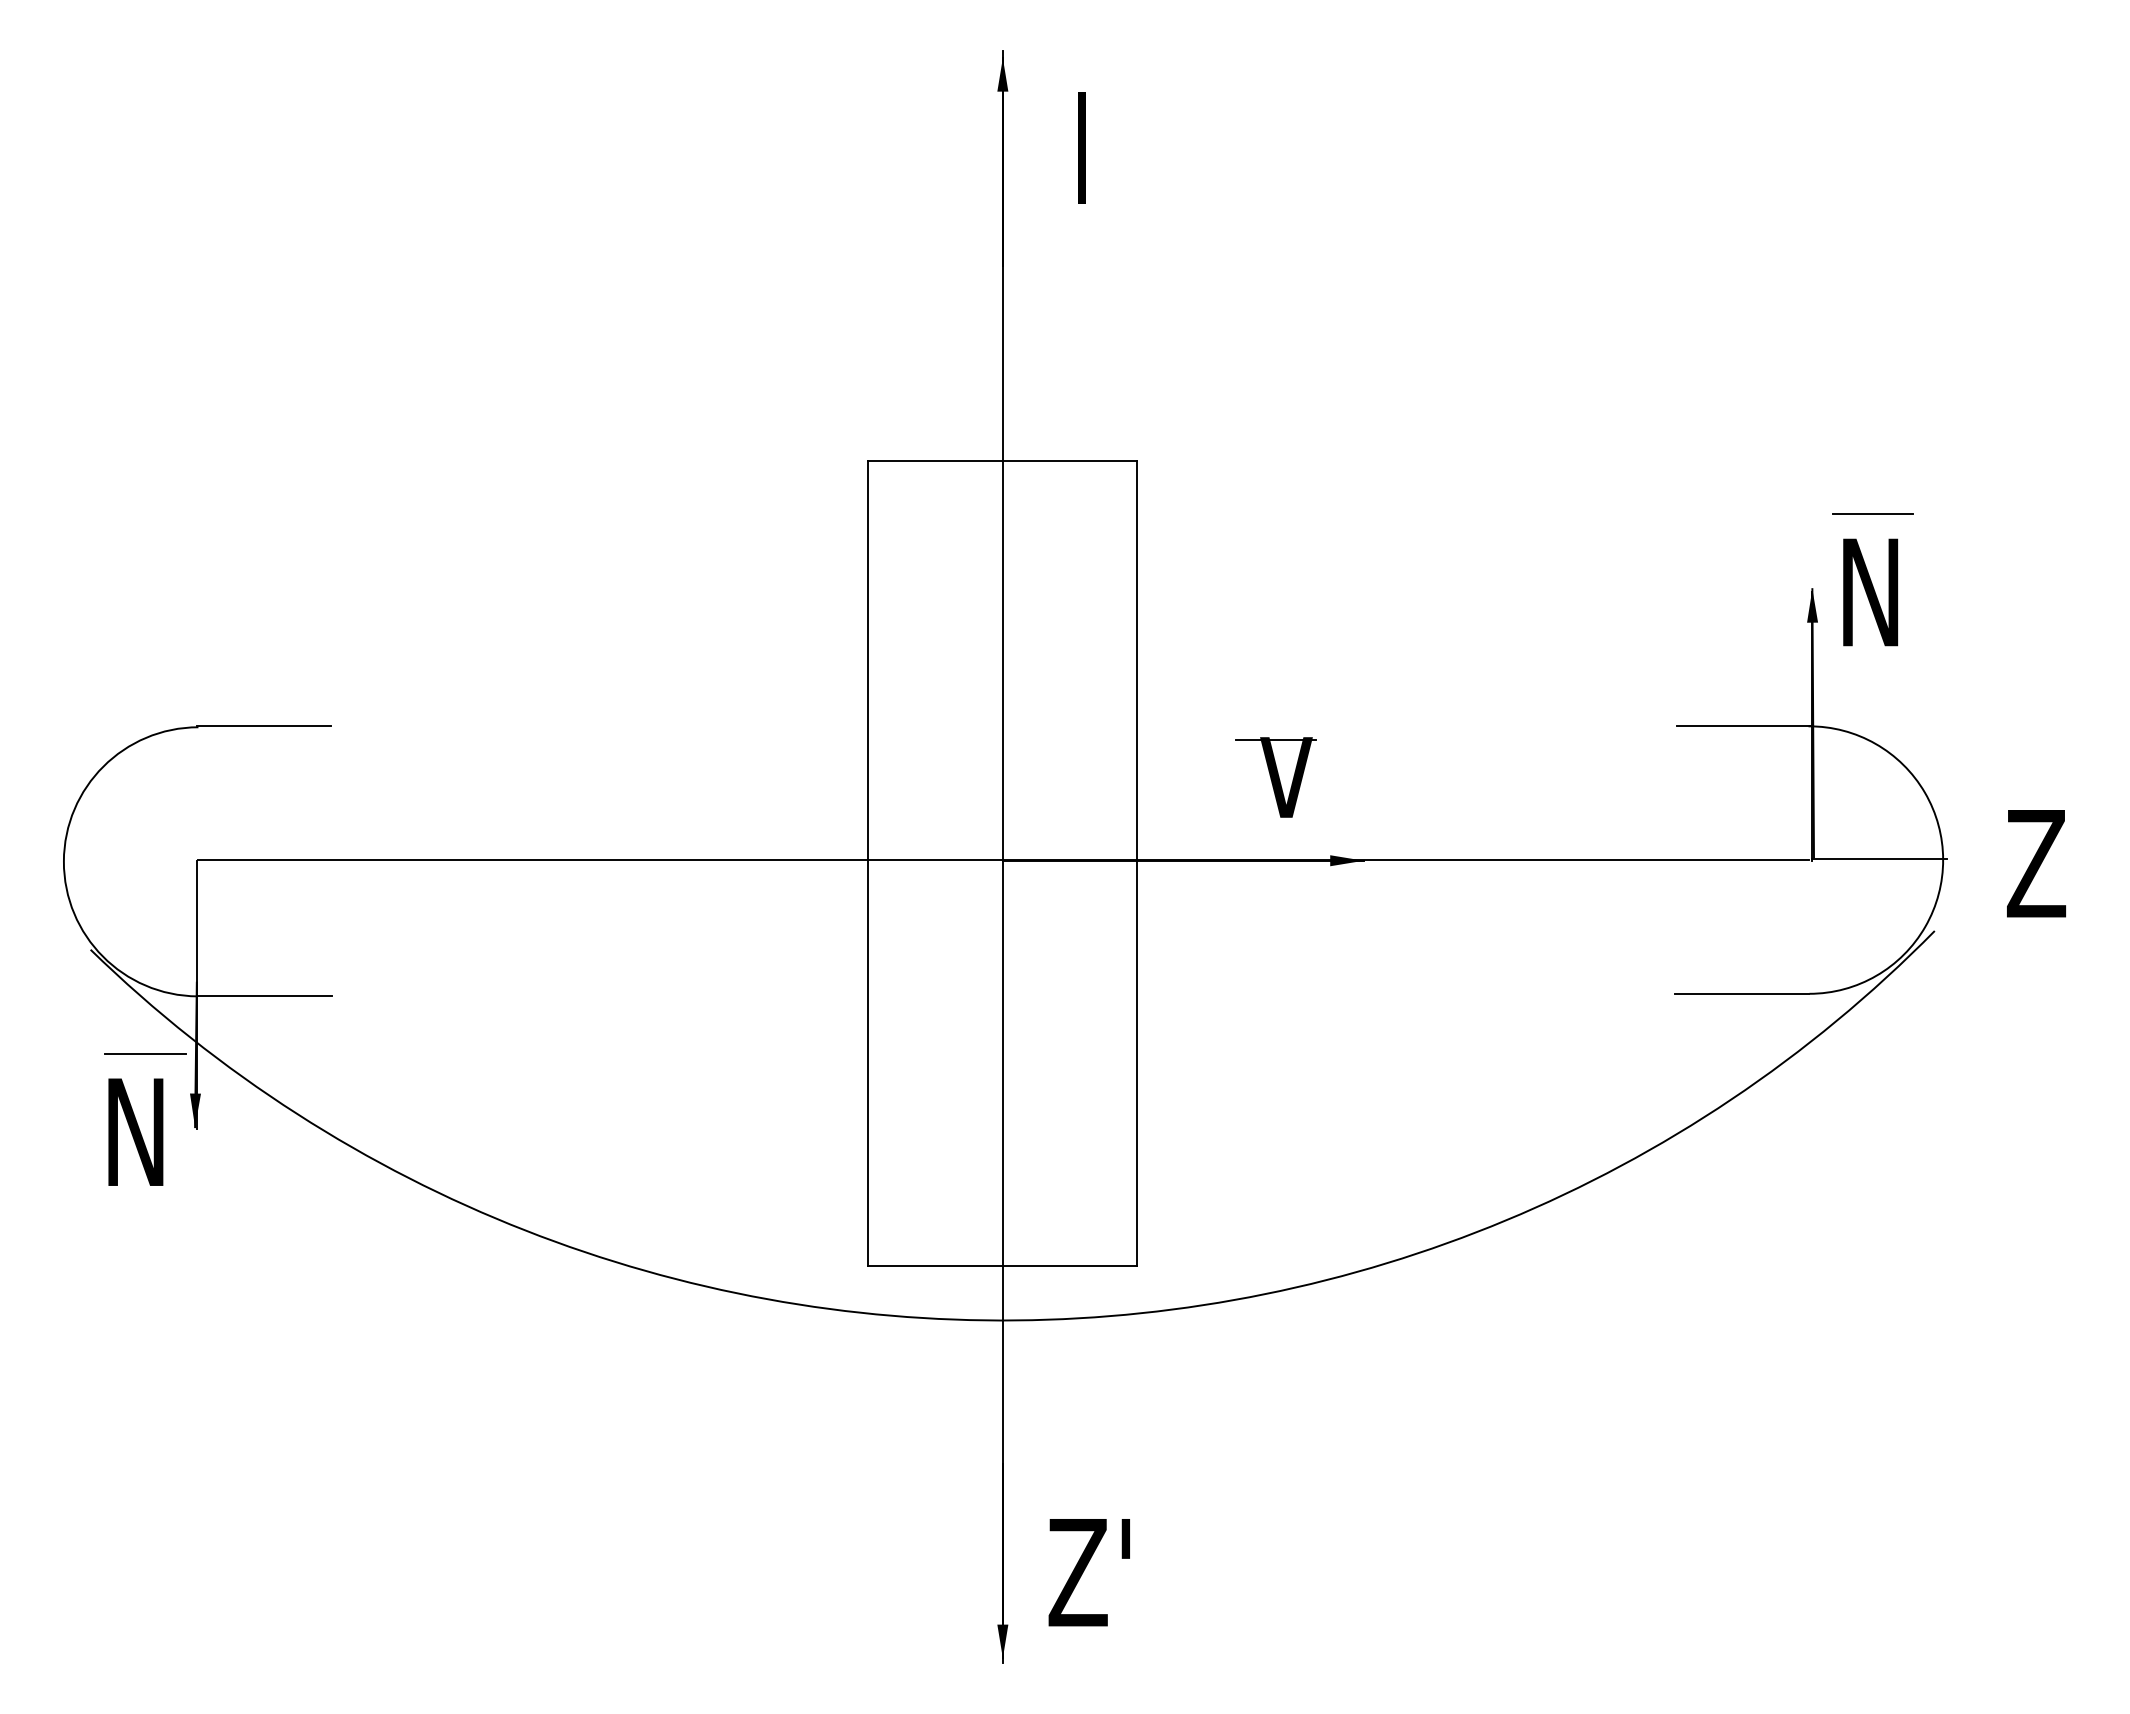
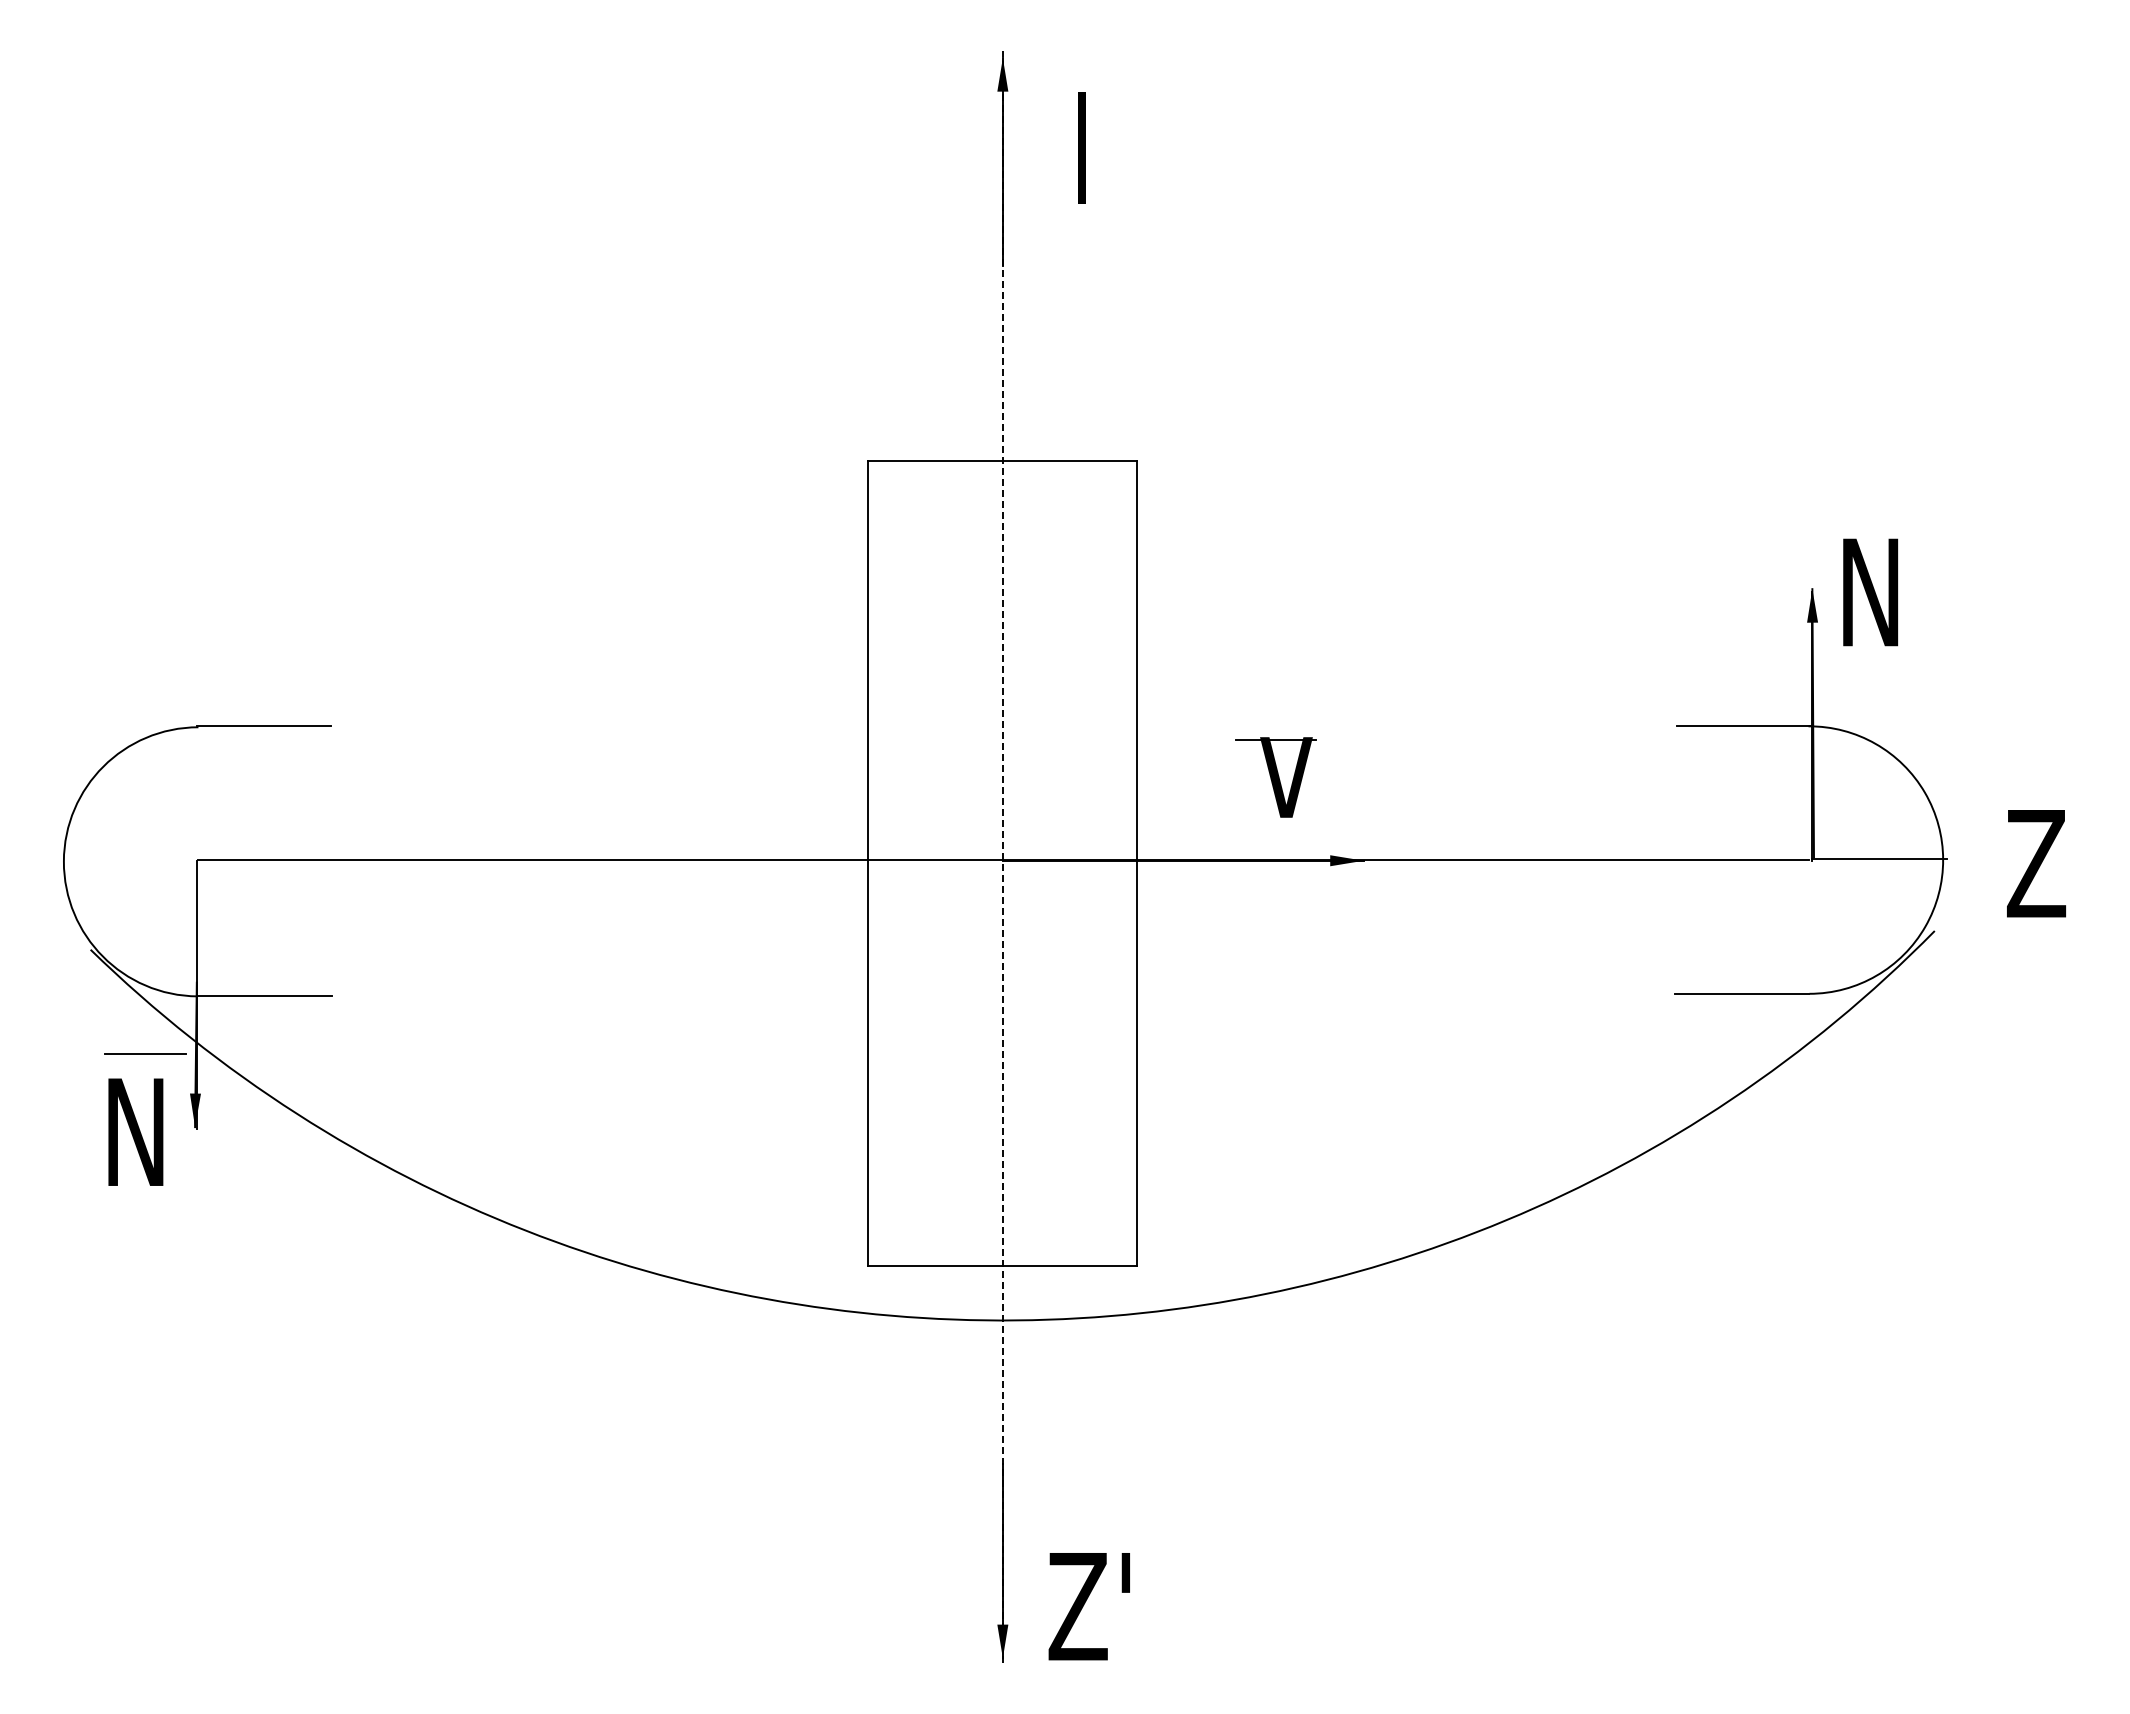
line at (1872, 513): present -> none
line at (1003, 857): solid -> dashed
text at (1088, 1572) position: (1088, 1572) -> (1088, 1606)
